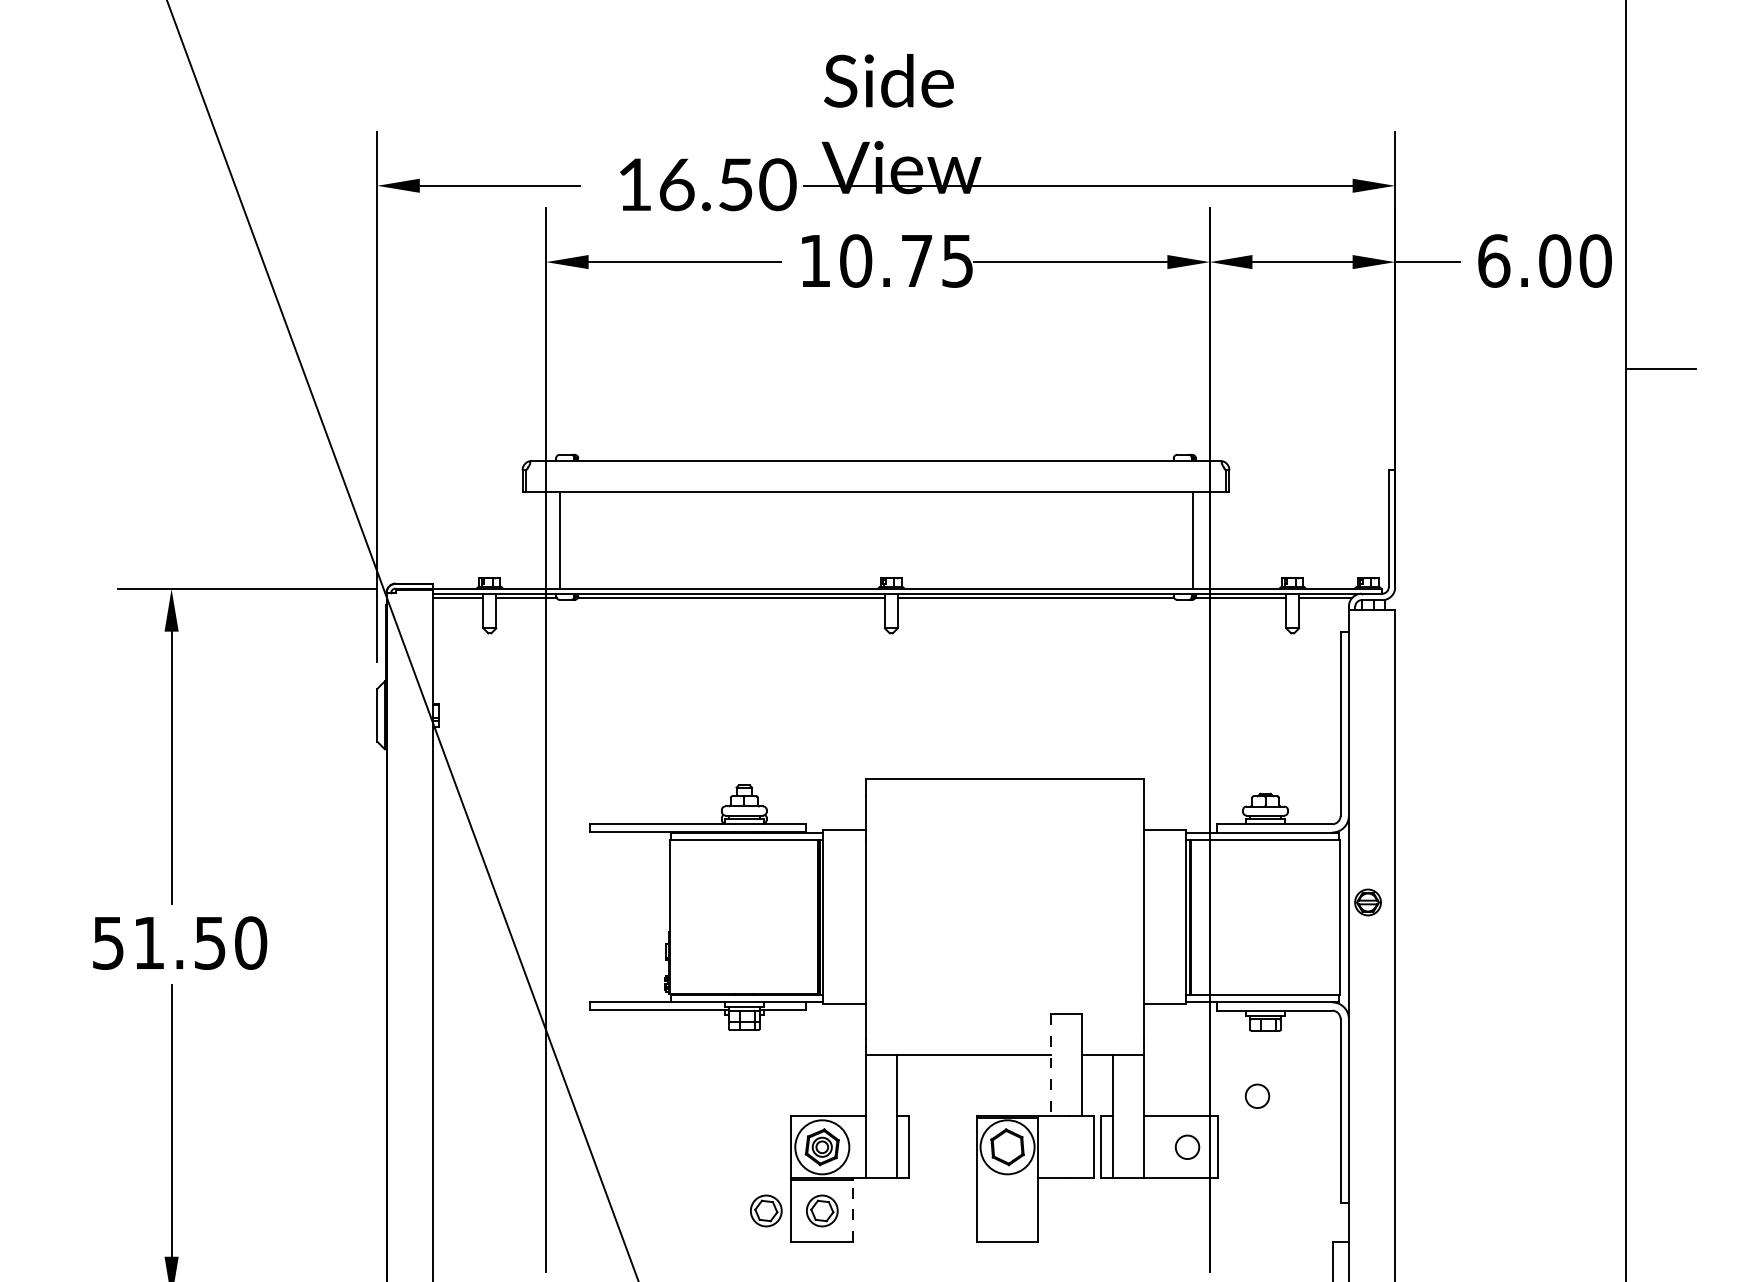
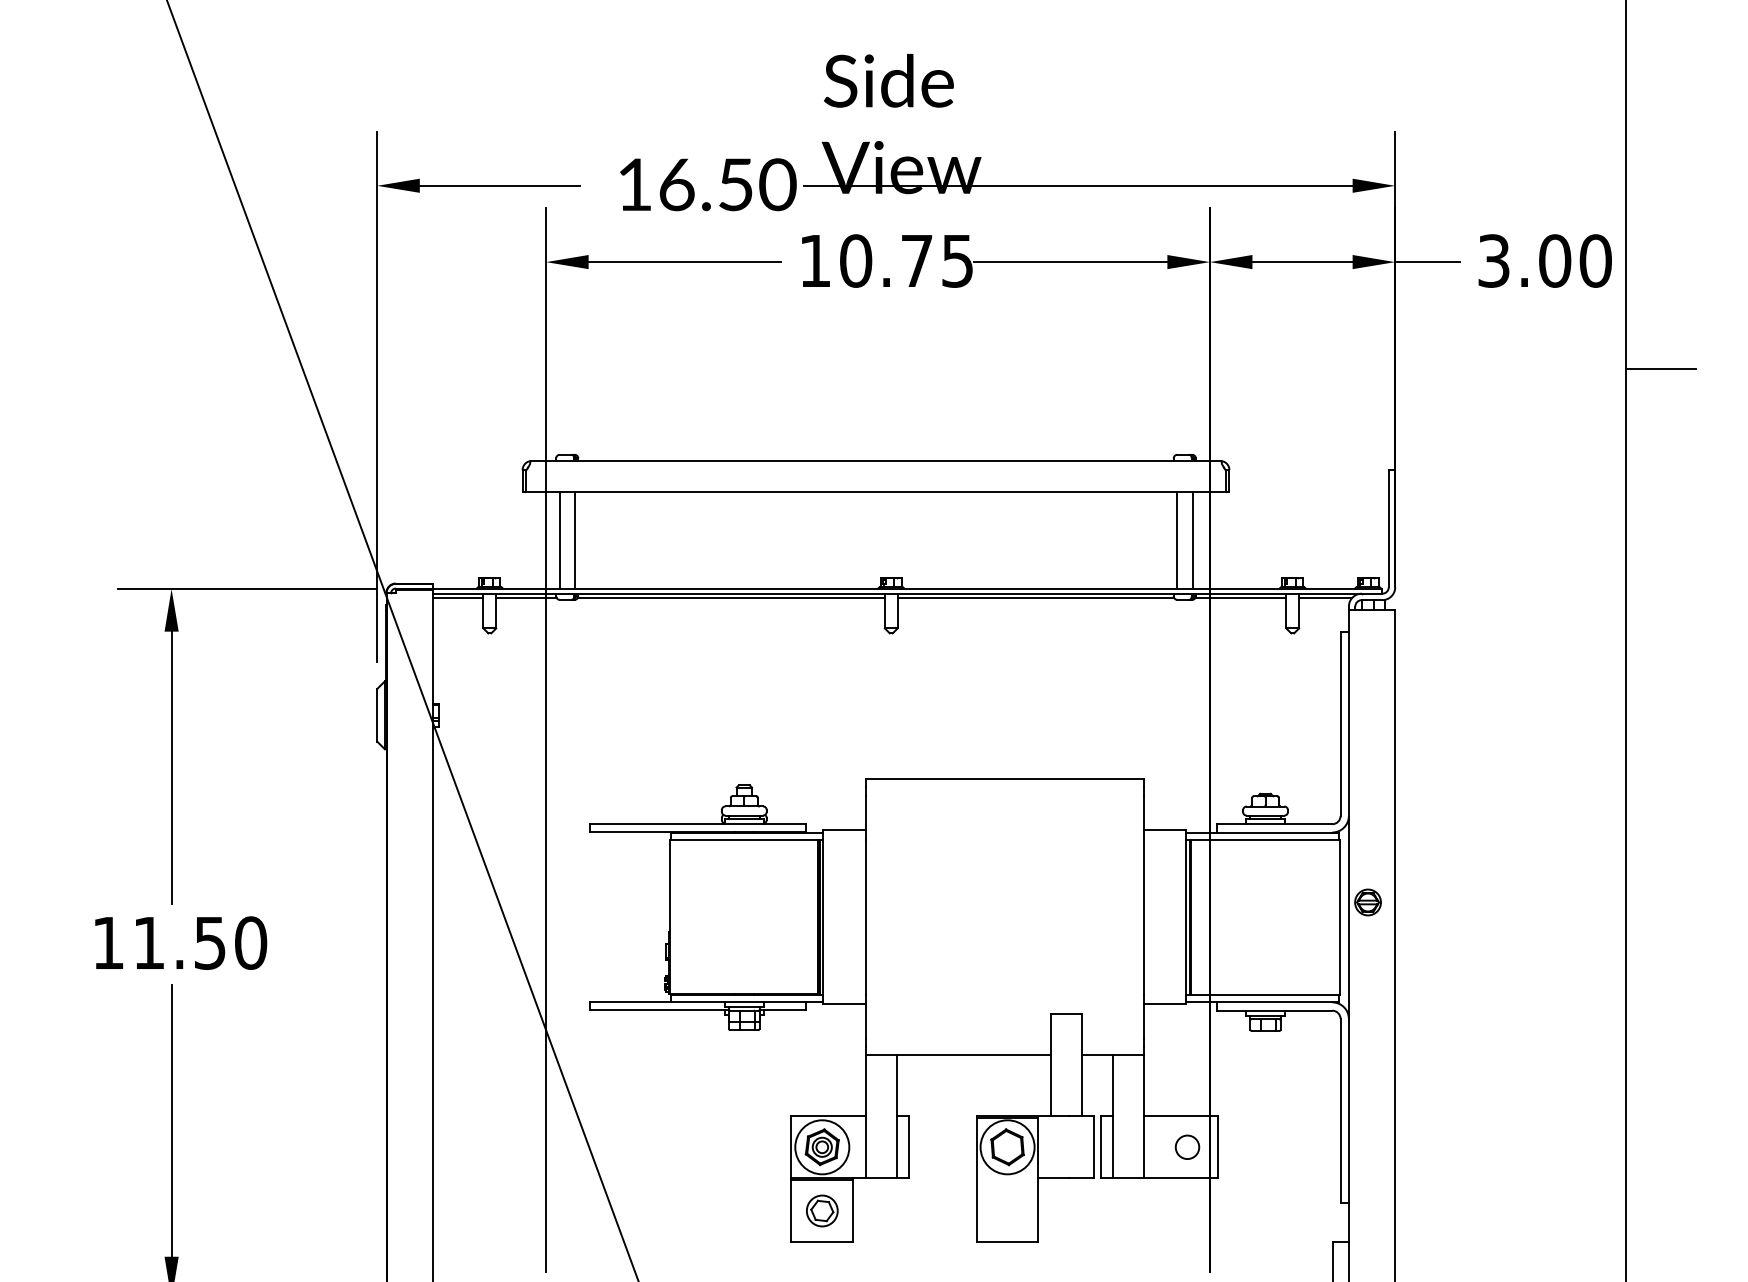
text at (1494, 260): 6.00 -> 3.00
line at (574, 540): none -> present
line at (1177, 540): none -> present
text at (108, 943): 51.50 -> 11.50
line at (1051, 1065): dashed -> solid
circle at (1257, 1095): present -> none
part at (766, 1210): present -> none
line at (853, 1211): dashed -> solid
